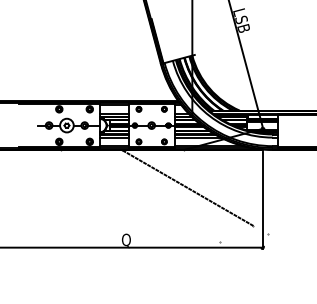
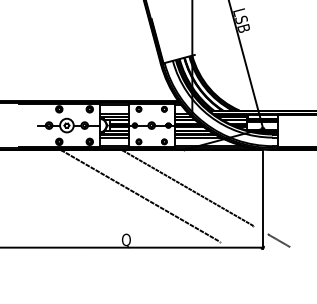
line at (139, 195): none -> present
line at (279, 240): none -> present
